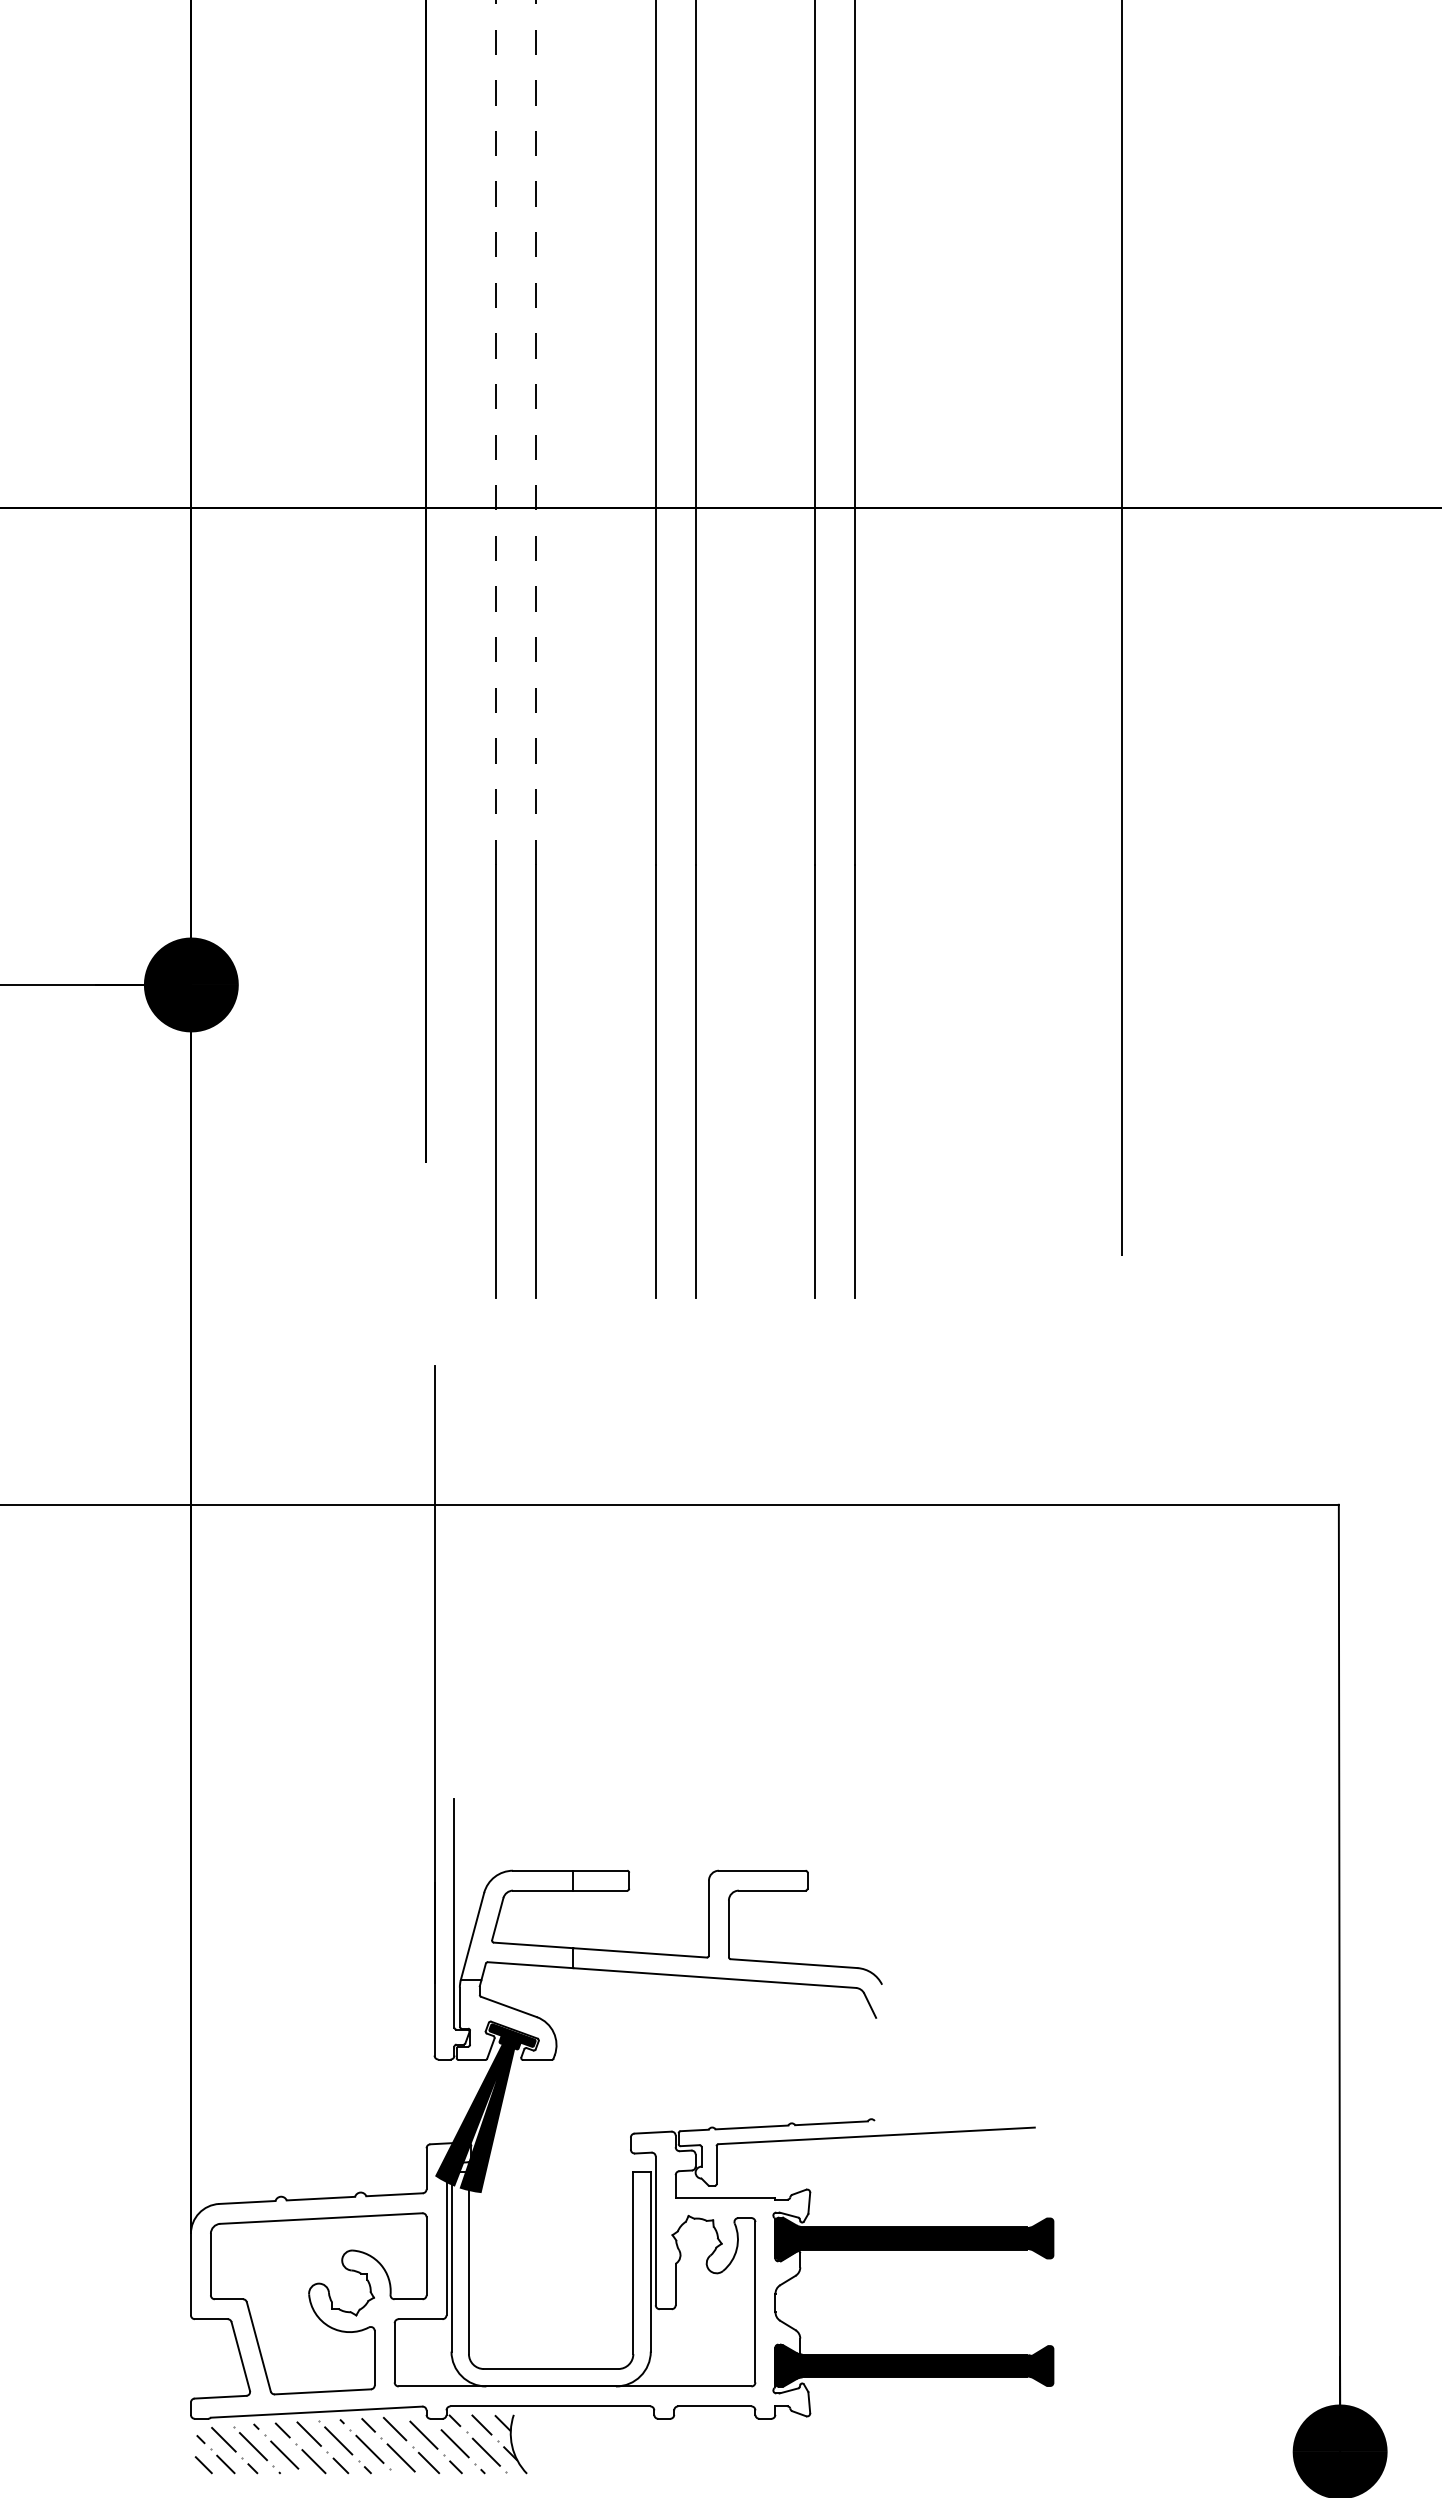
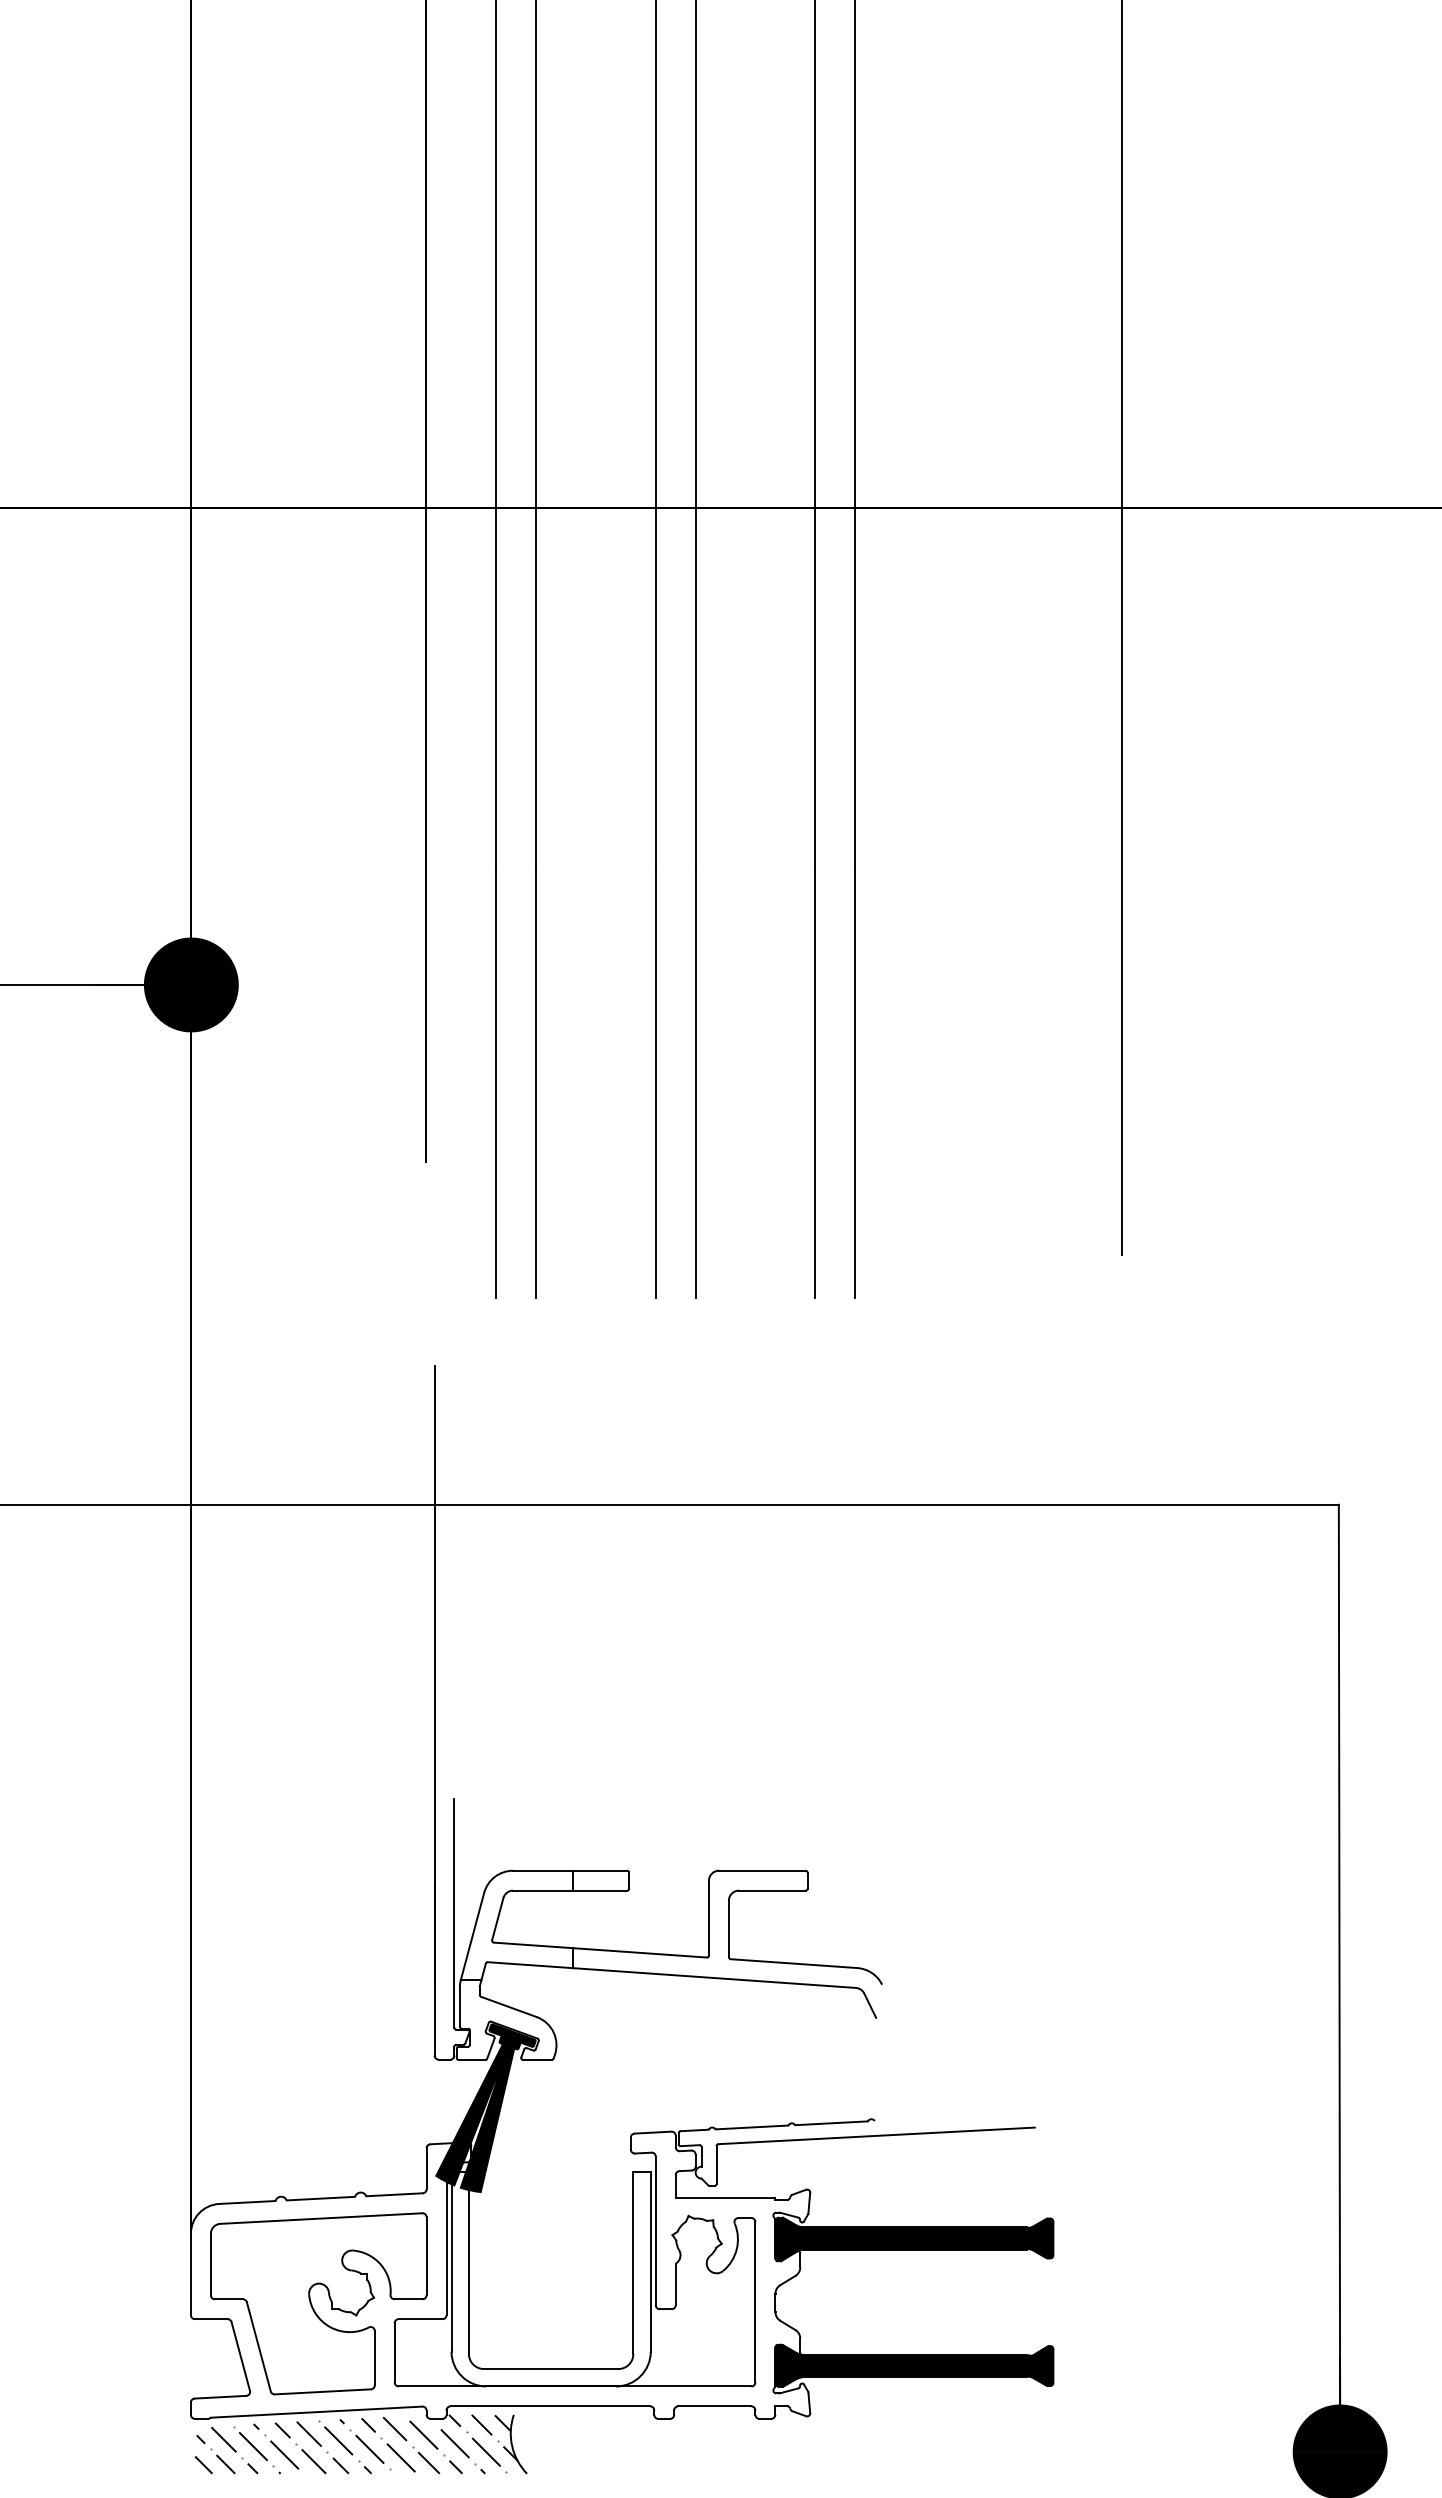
line at (496, 432): dashed -> solid
line at (536, 432): dashed -> solid
